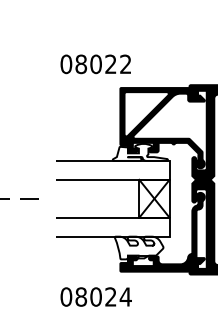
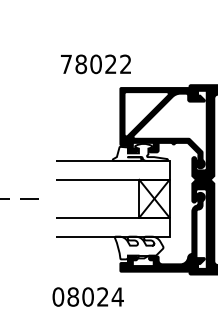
text at (66, 64): 08022 -> 78022
text at (95, 296) position: (95, 296) -> (87, 296)
